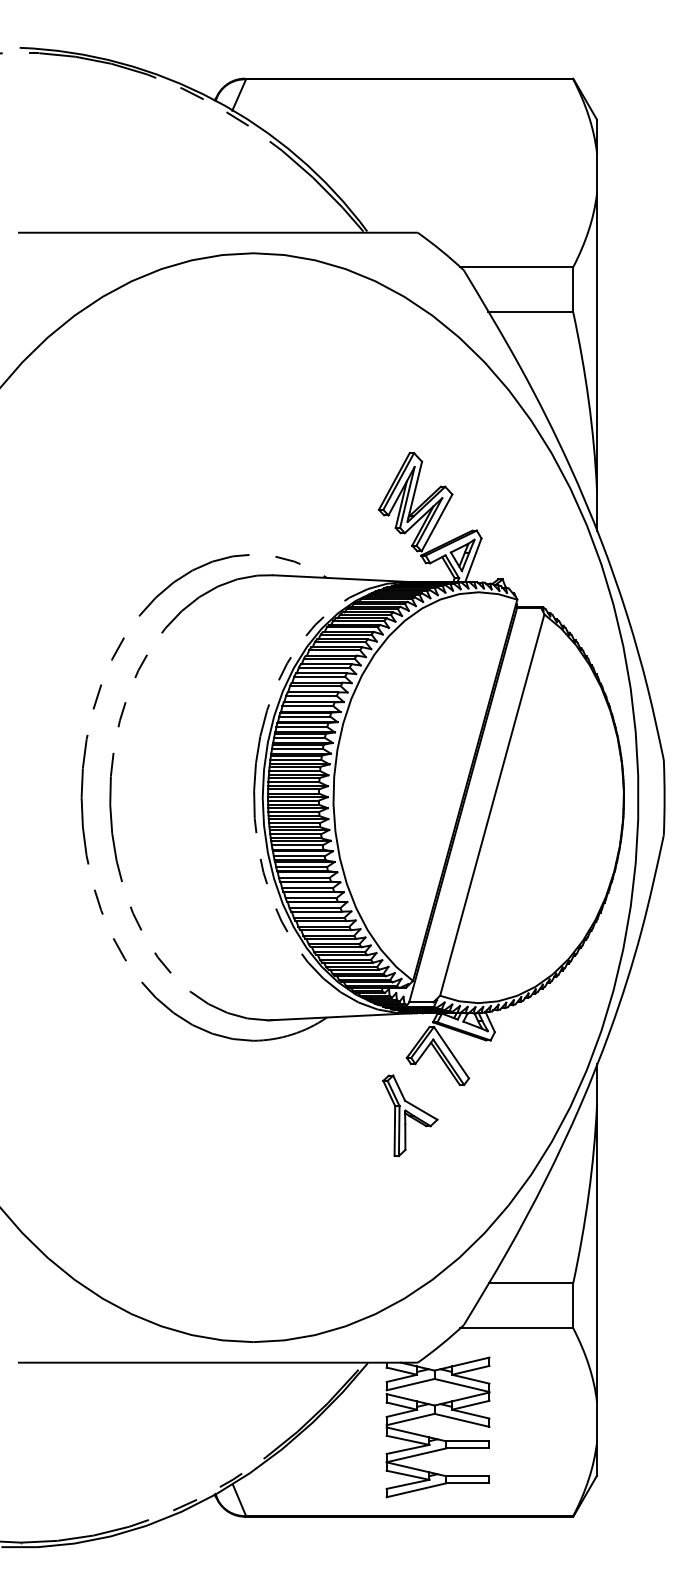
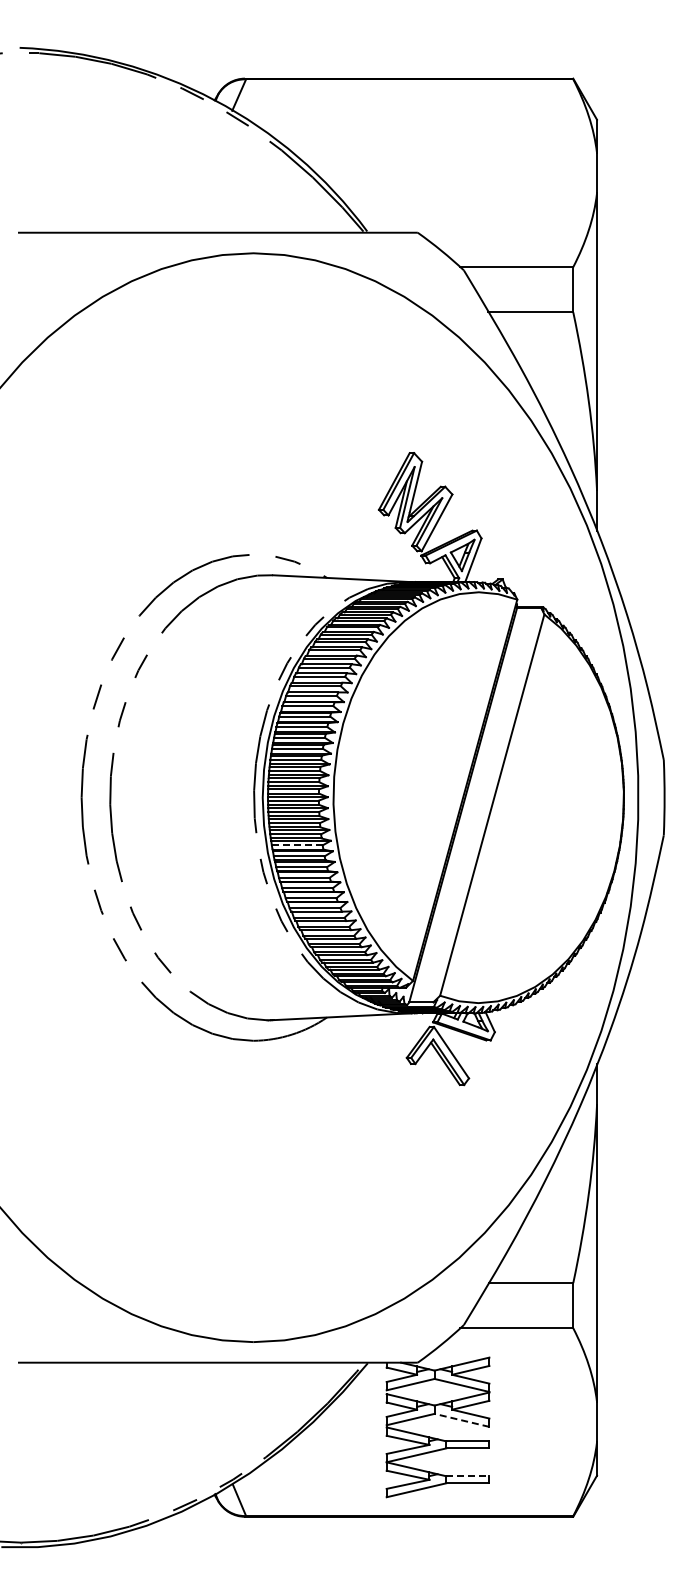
line at (297, 845): solid -> dashed
part at (410, 1115): present -> none
line at (461, 1420): solid -> dashed
line at (467, 1476): solid -> dashed
